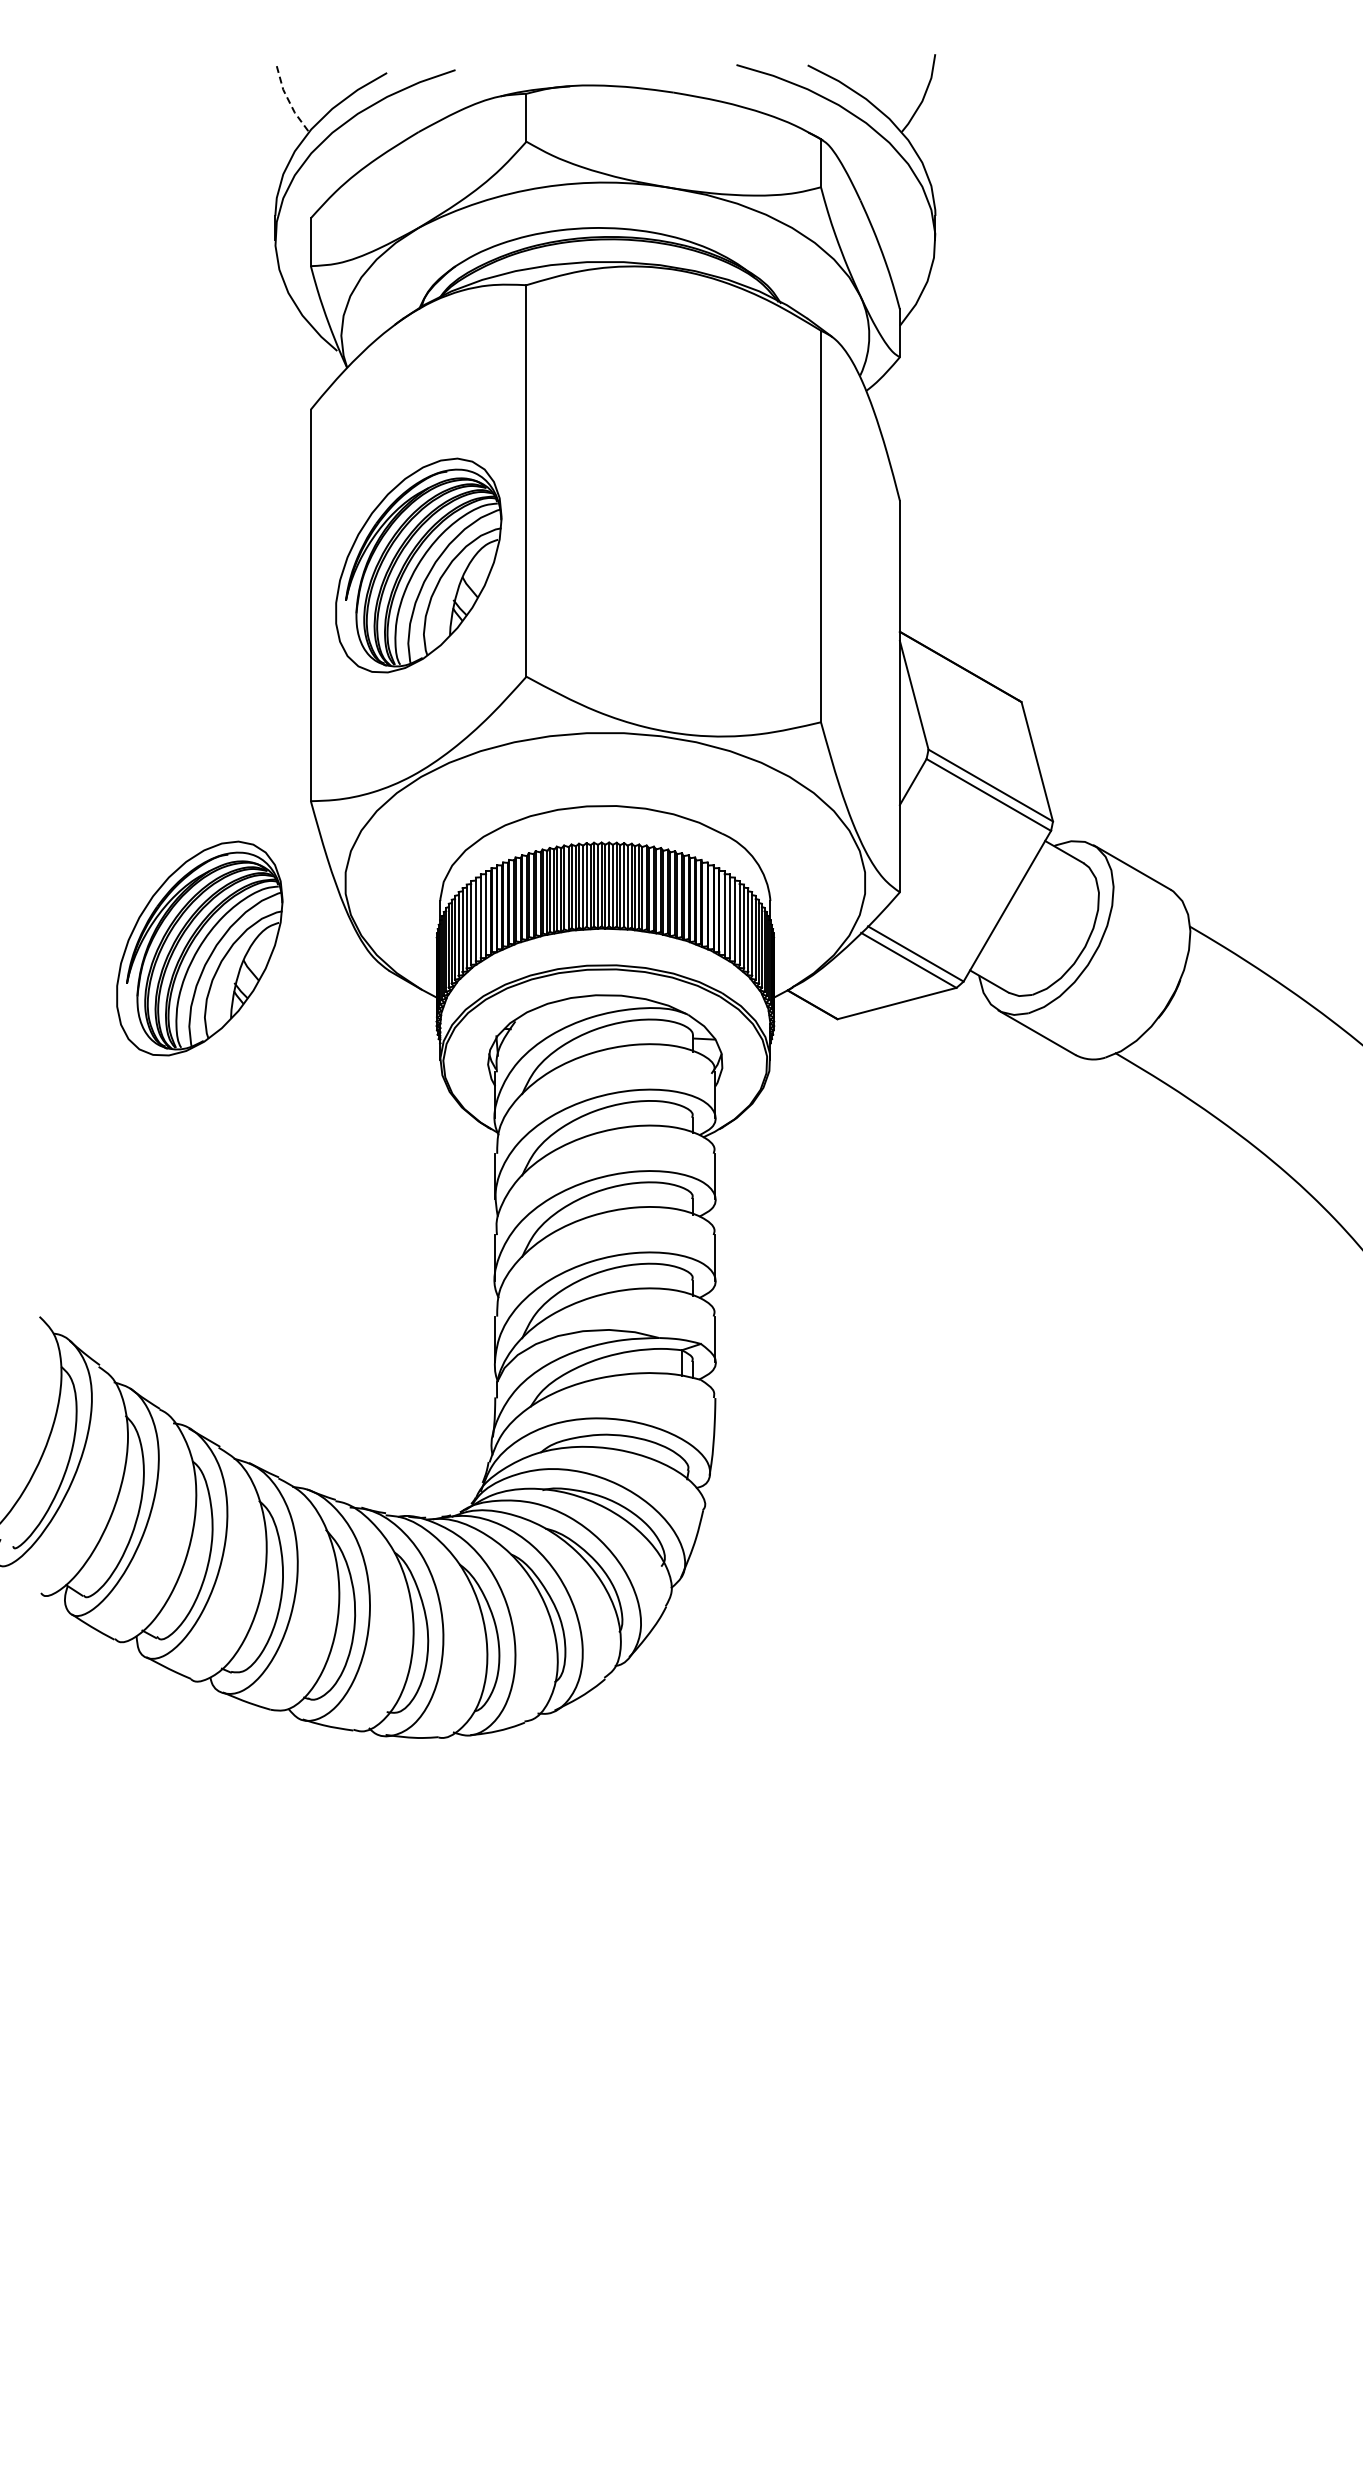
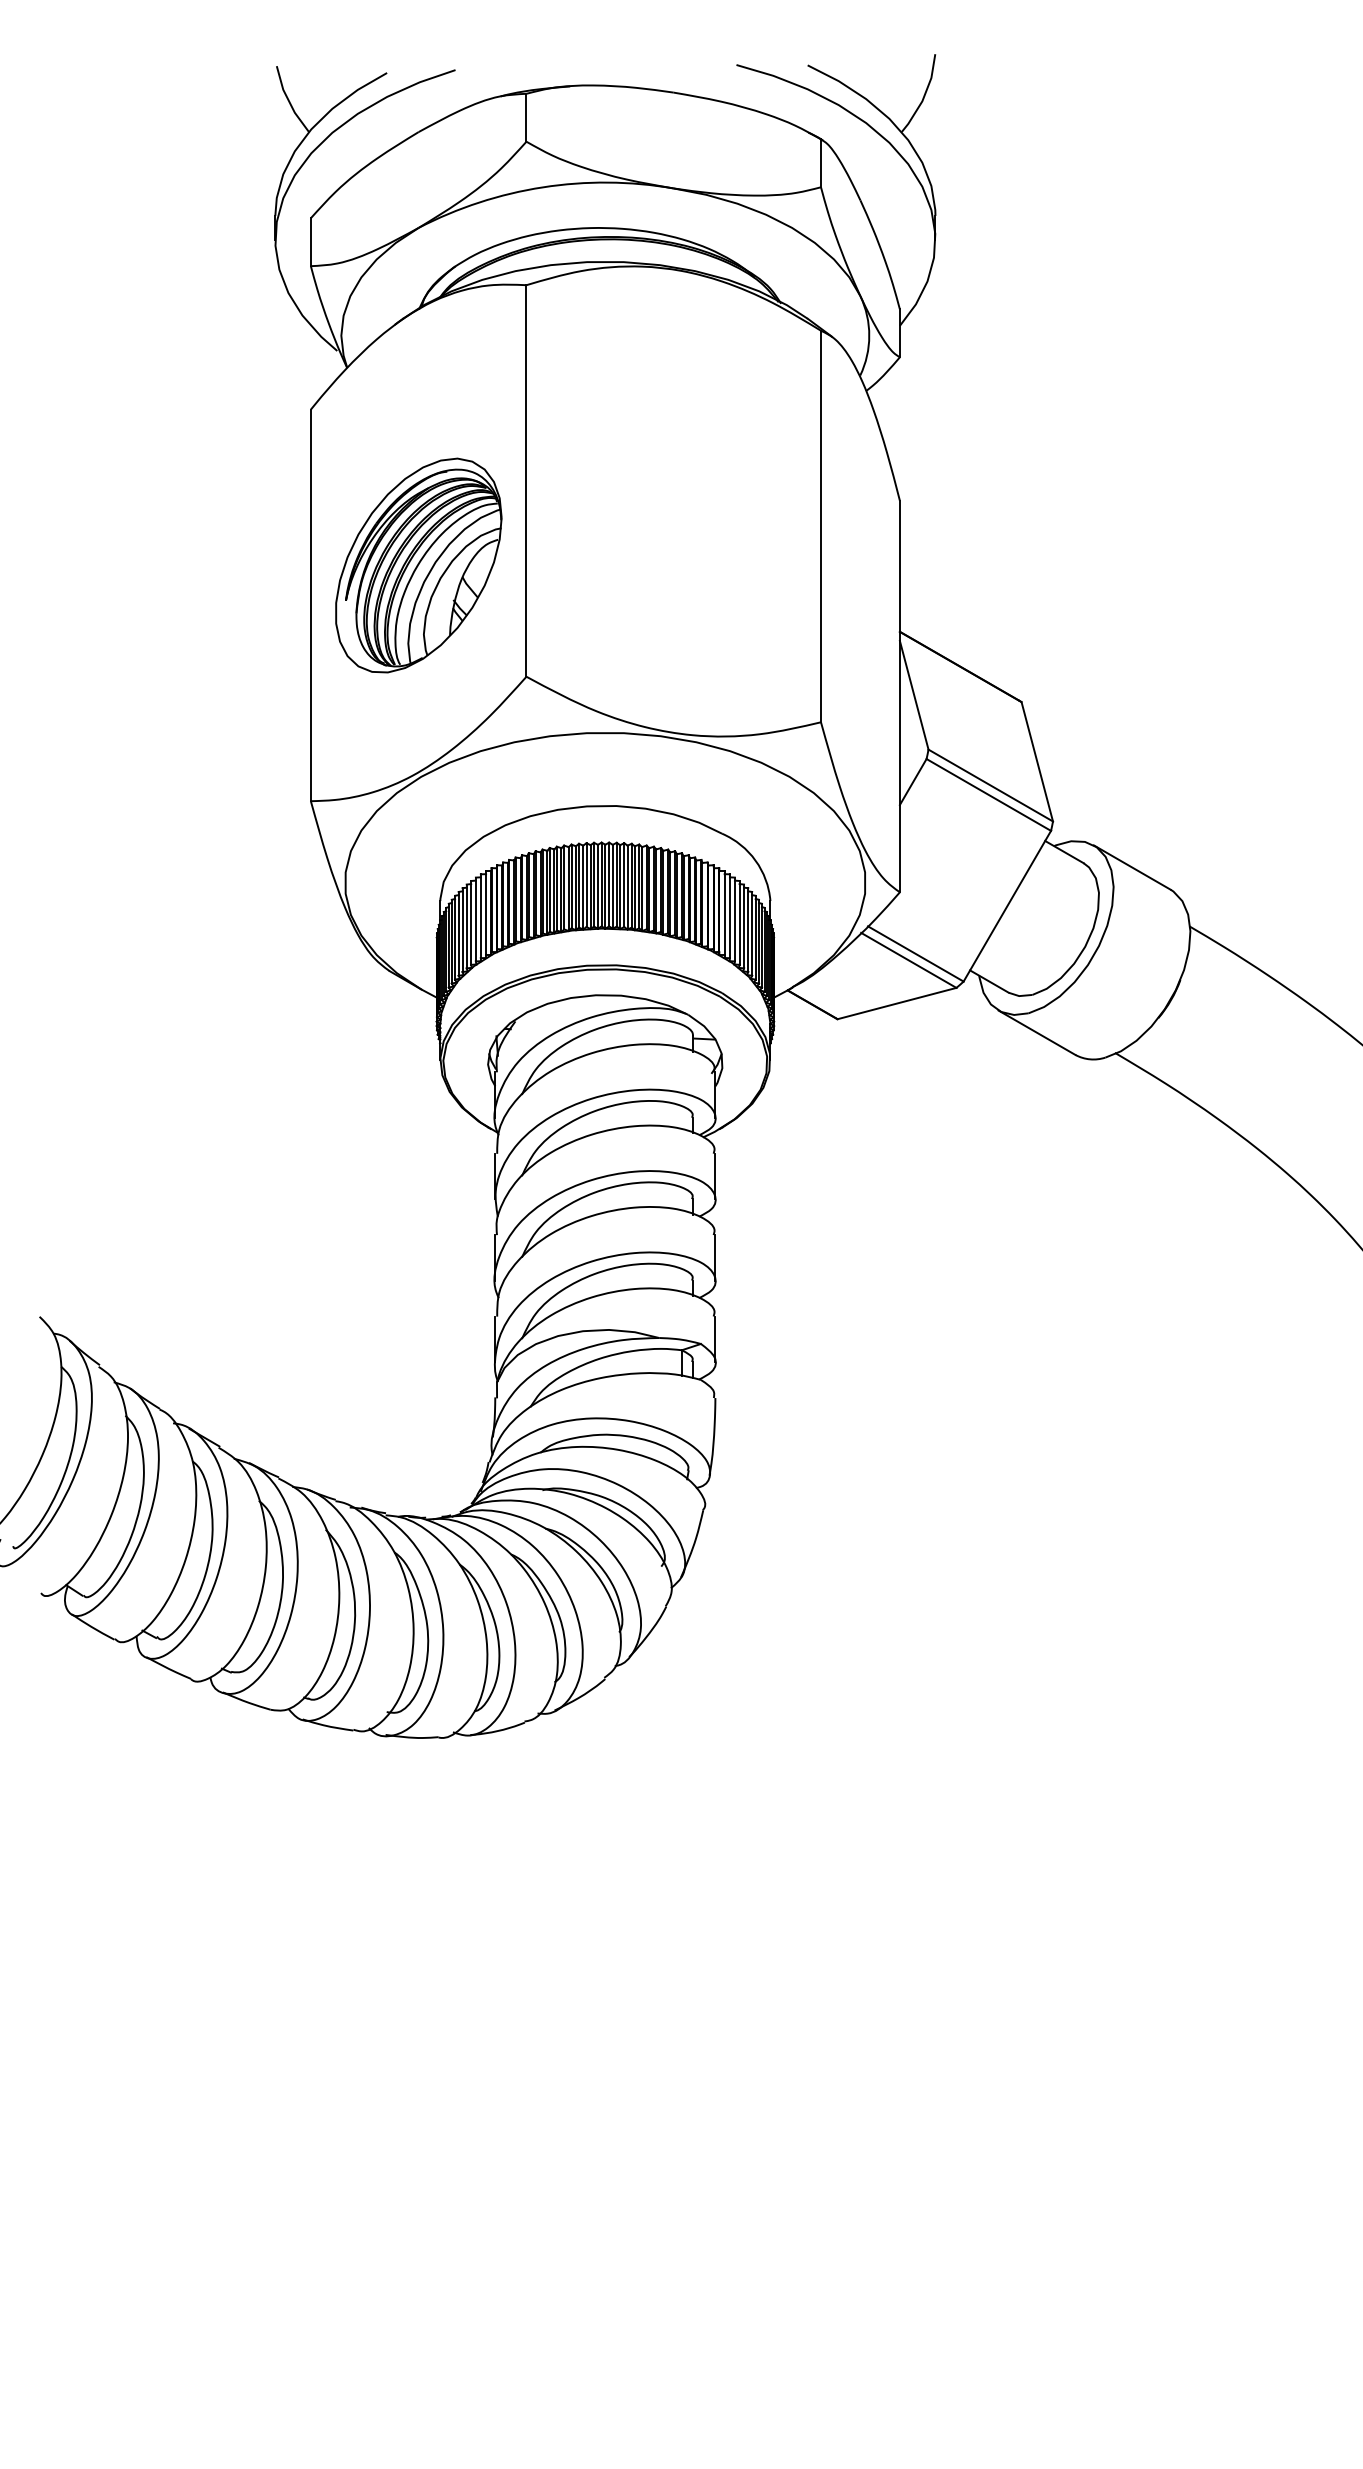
line at (289, 101): dashed -> solid
part at (199, 948): present -> none
